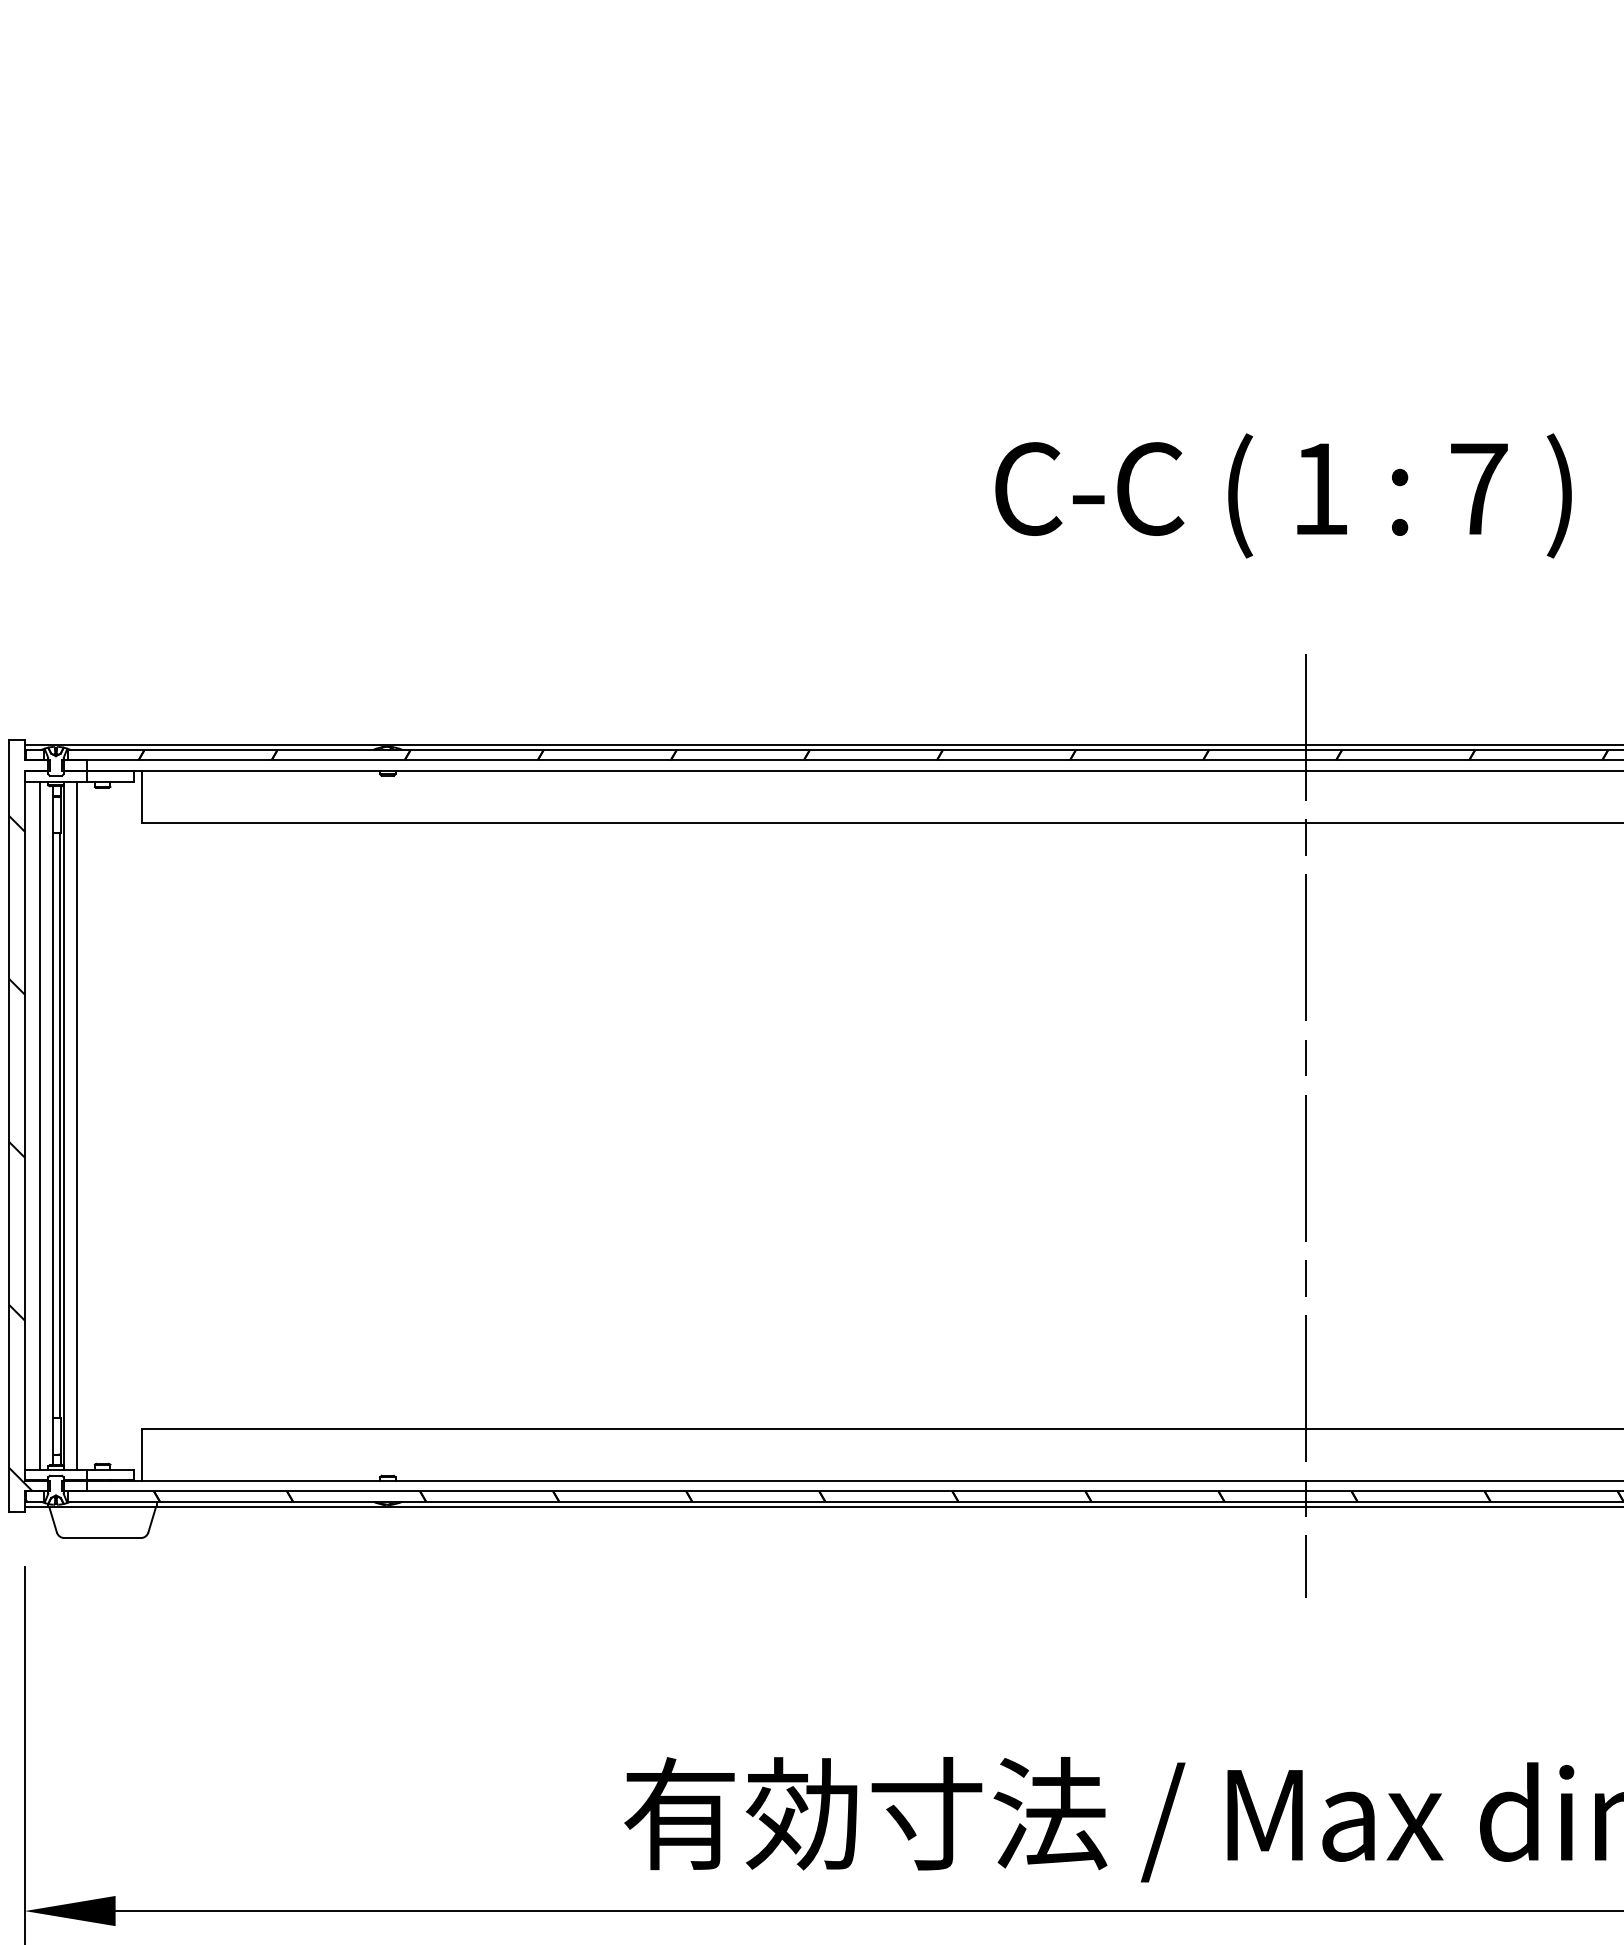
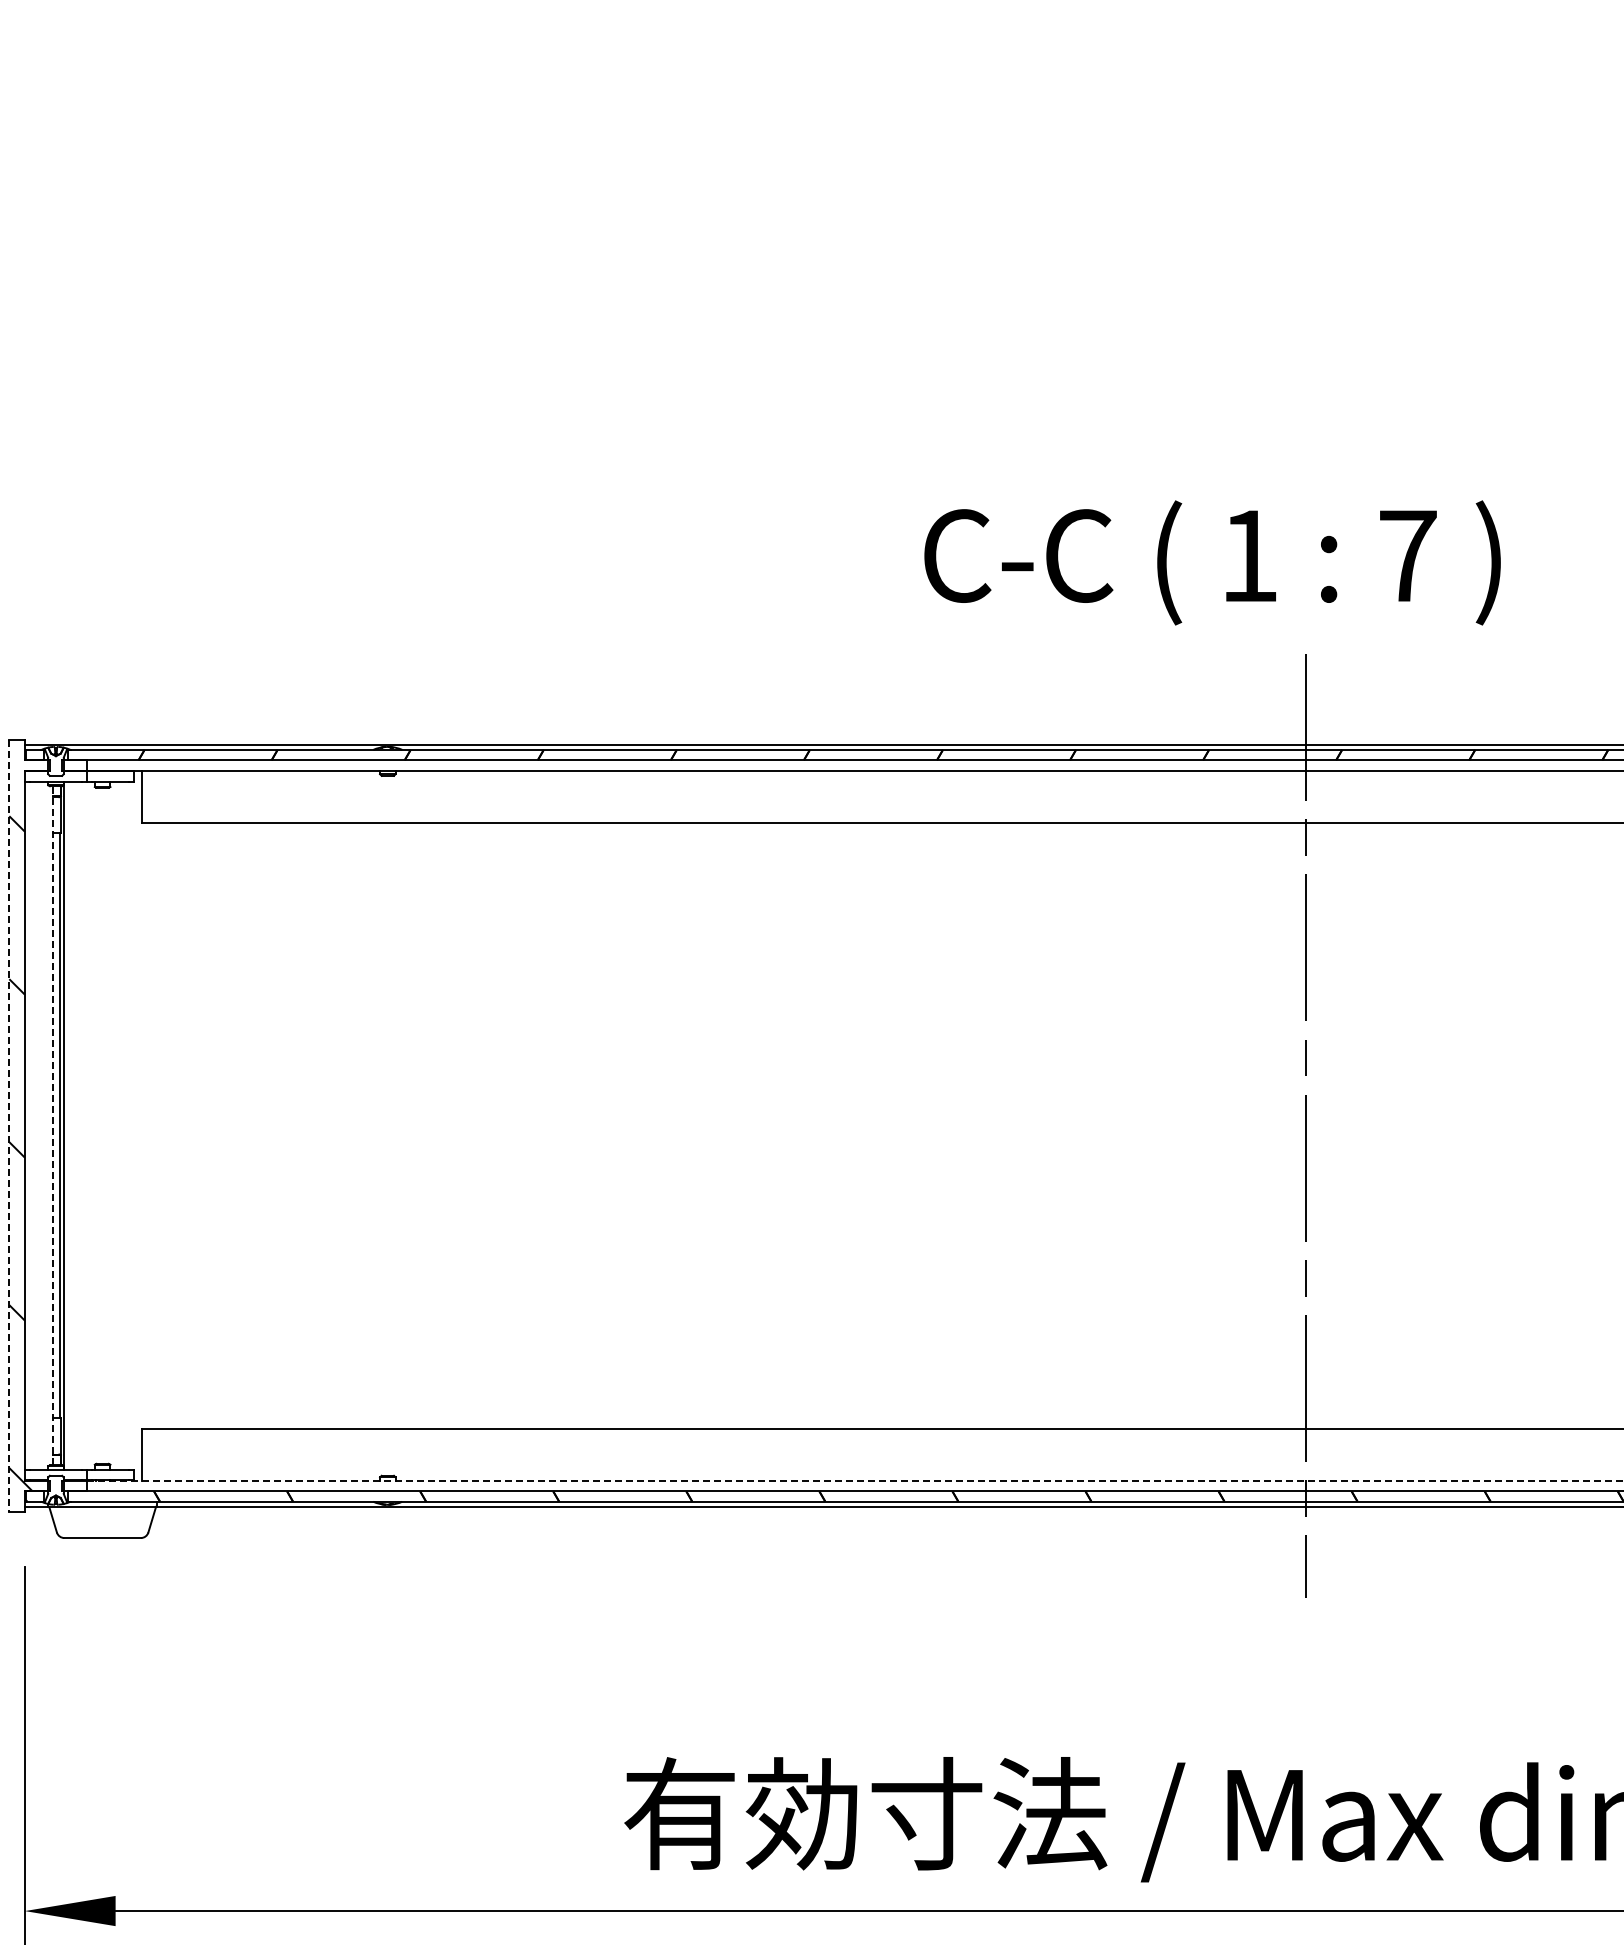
text at (1283, 495) position: (1283, 495) -> (1212, 562)
line at (40, 1125): present -> none
line at (53, 1125): solid -> dashed
line at (76, 1125): present -> none
line at (9, 1126): solid -> dashed
line at (855, 1481): solid -> dashed
